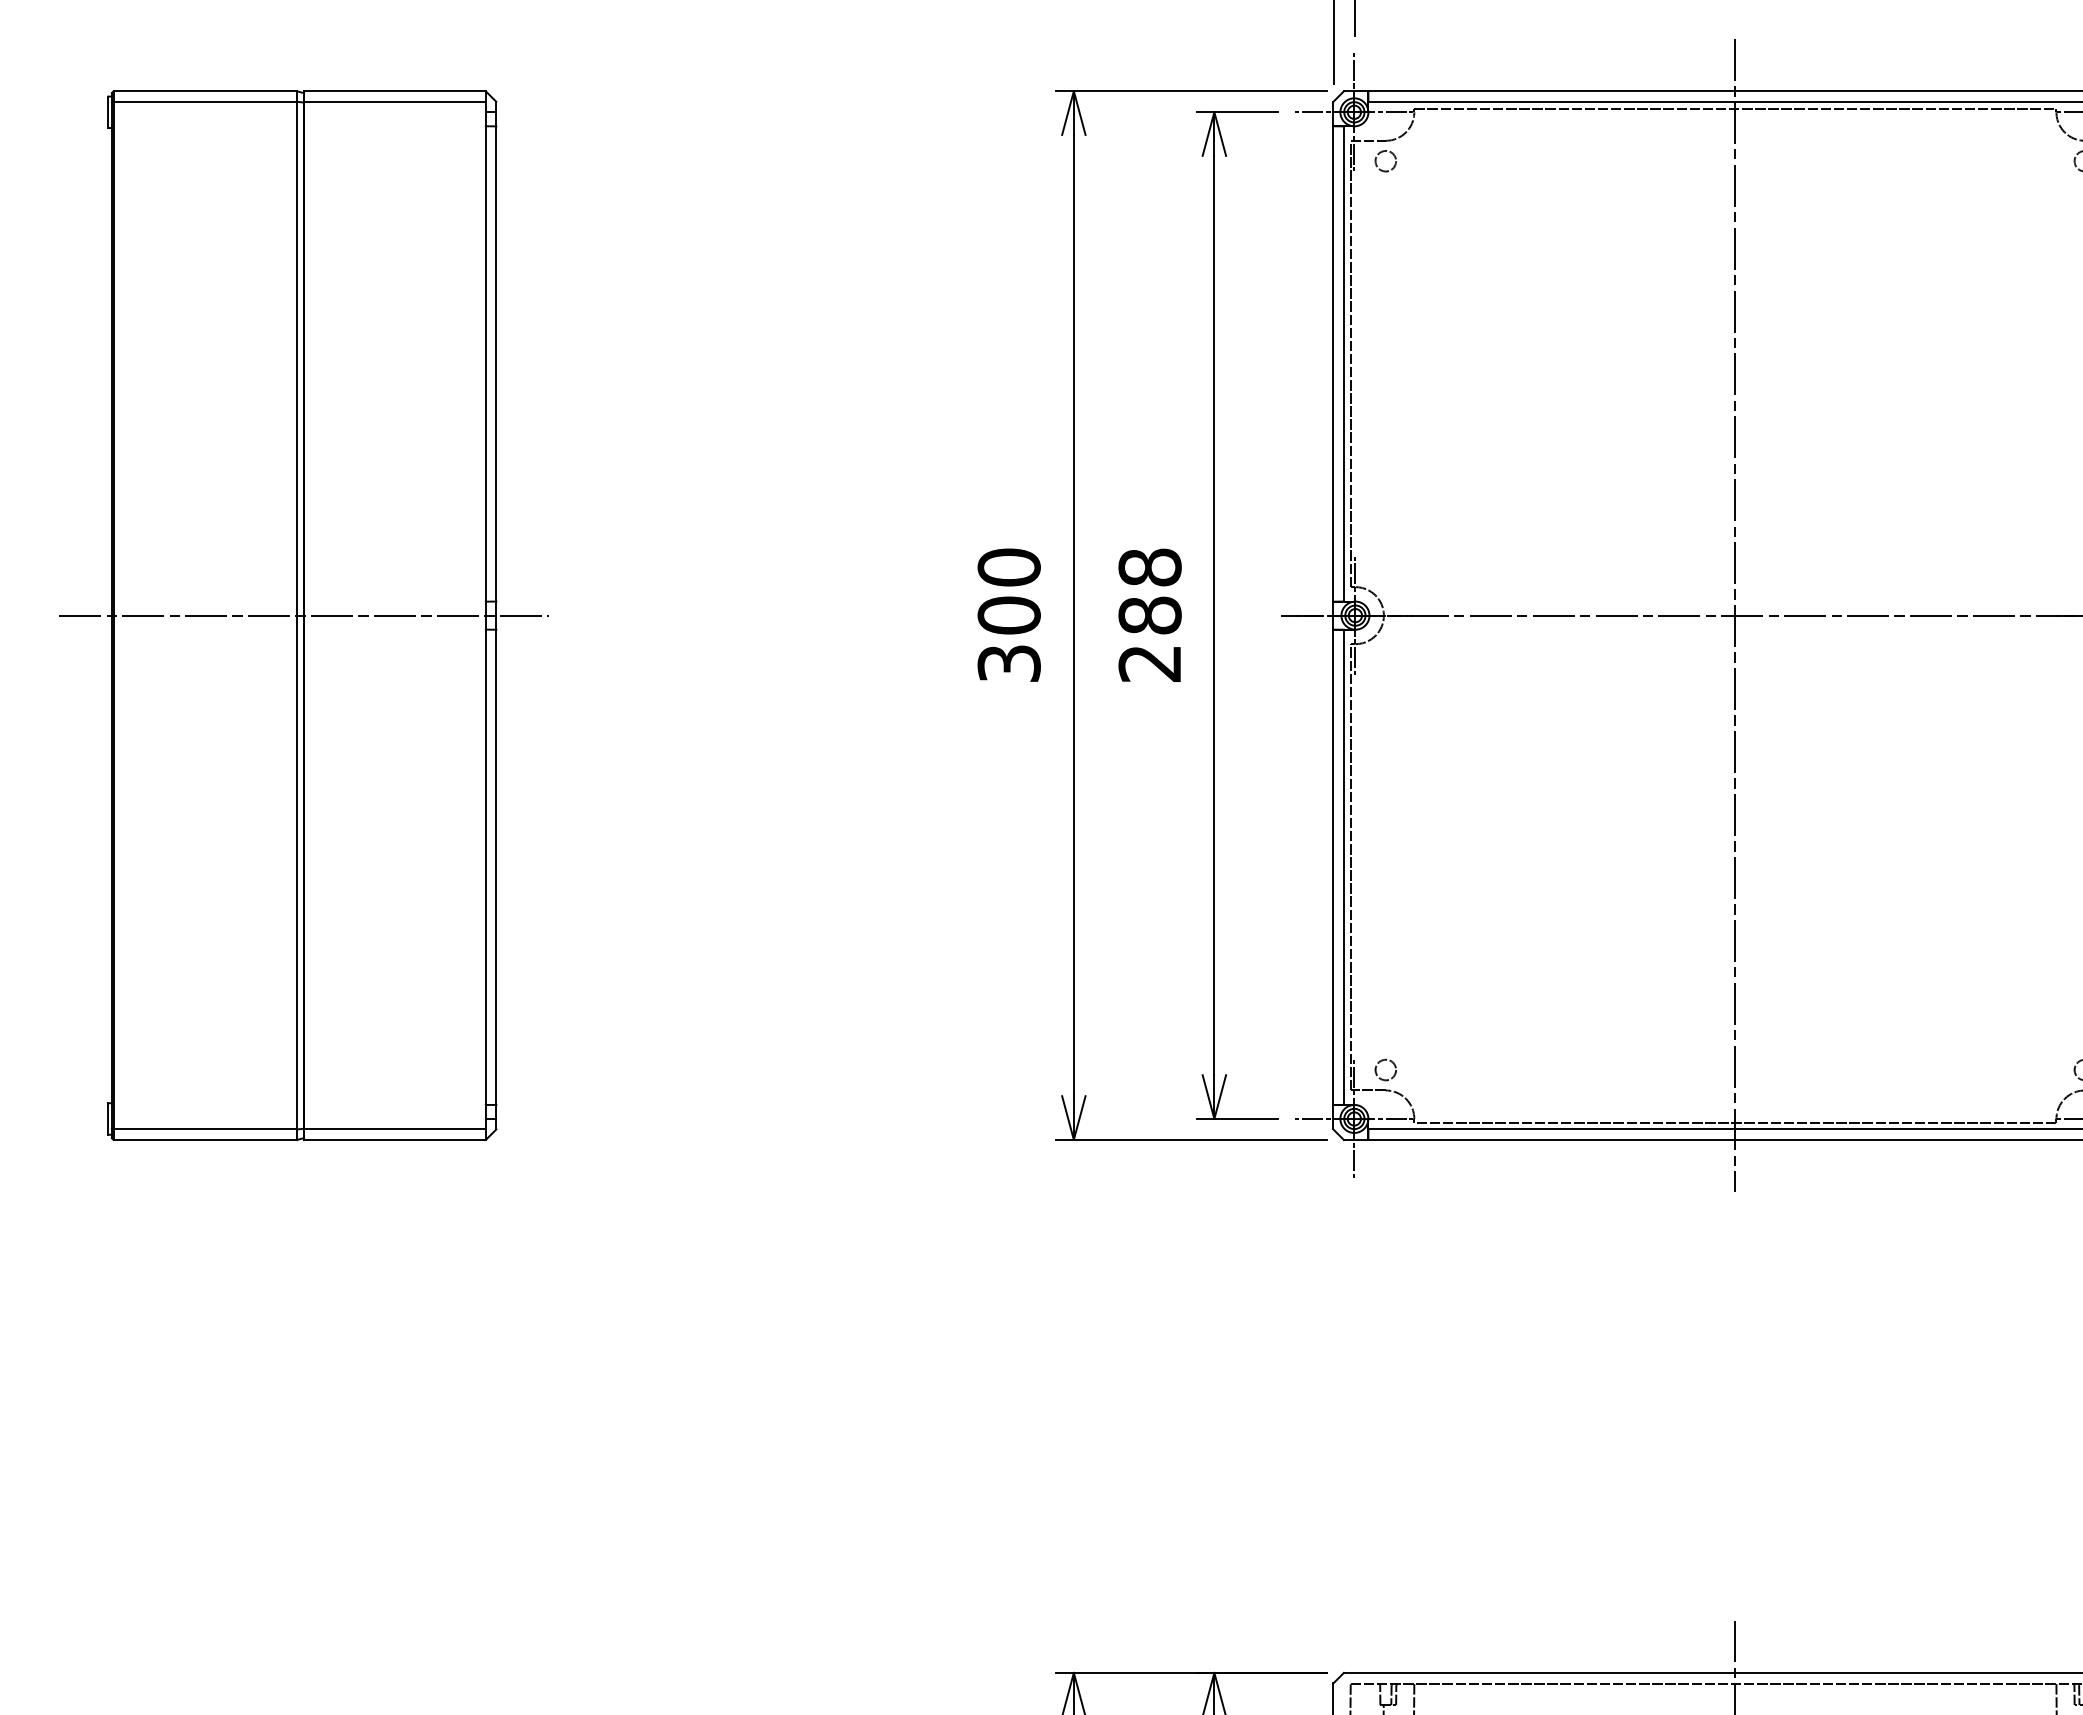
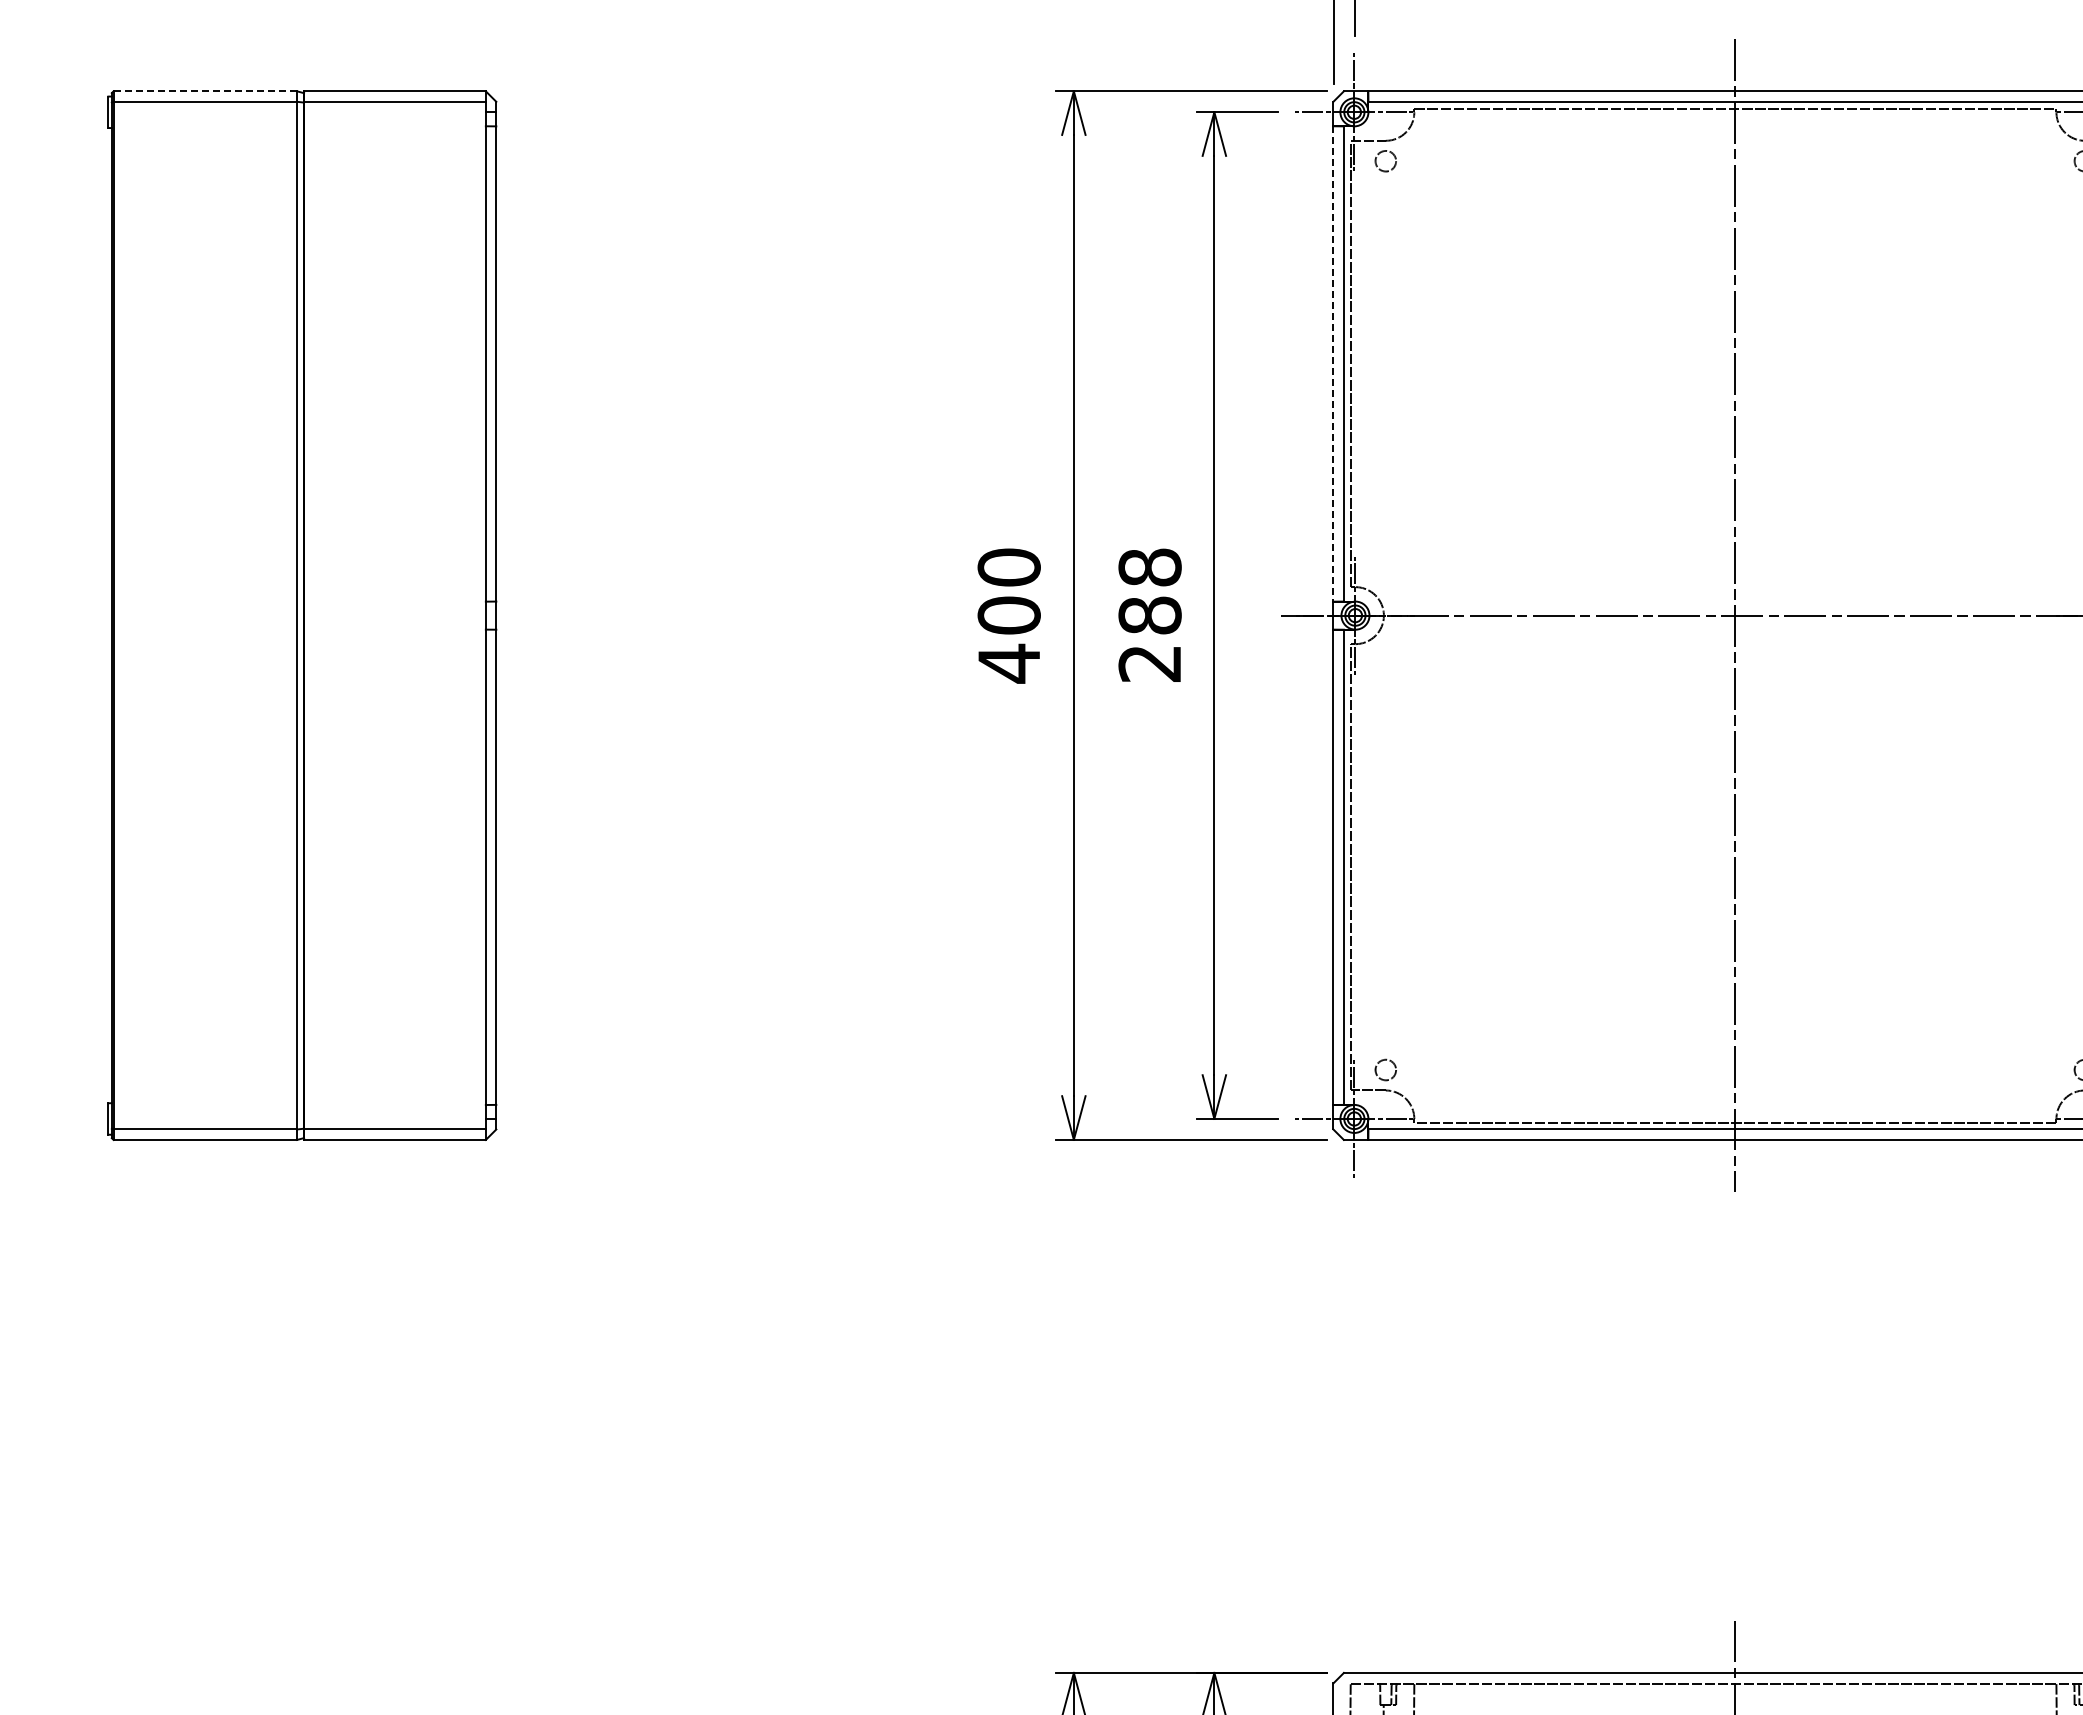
line at (205, 91): solid -> dashed
line at (1333, 363): solid -> dashed
line at (303, 615): present -> none
text at (1008, 663): 300 -> 400
